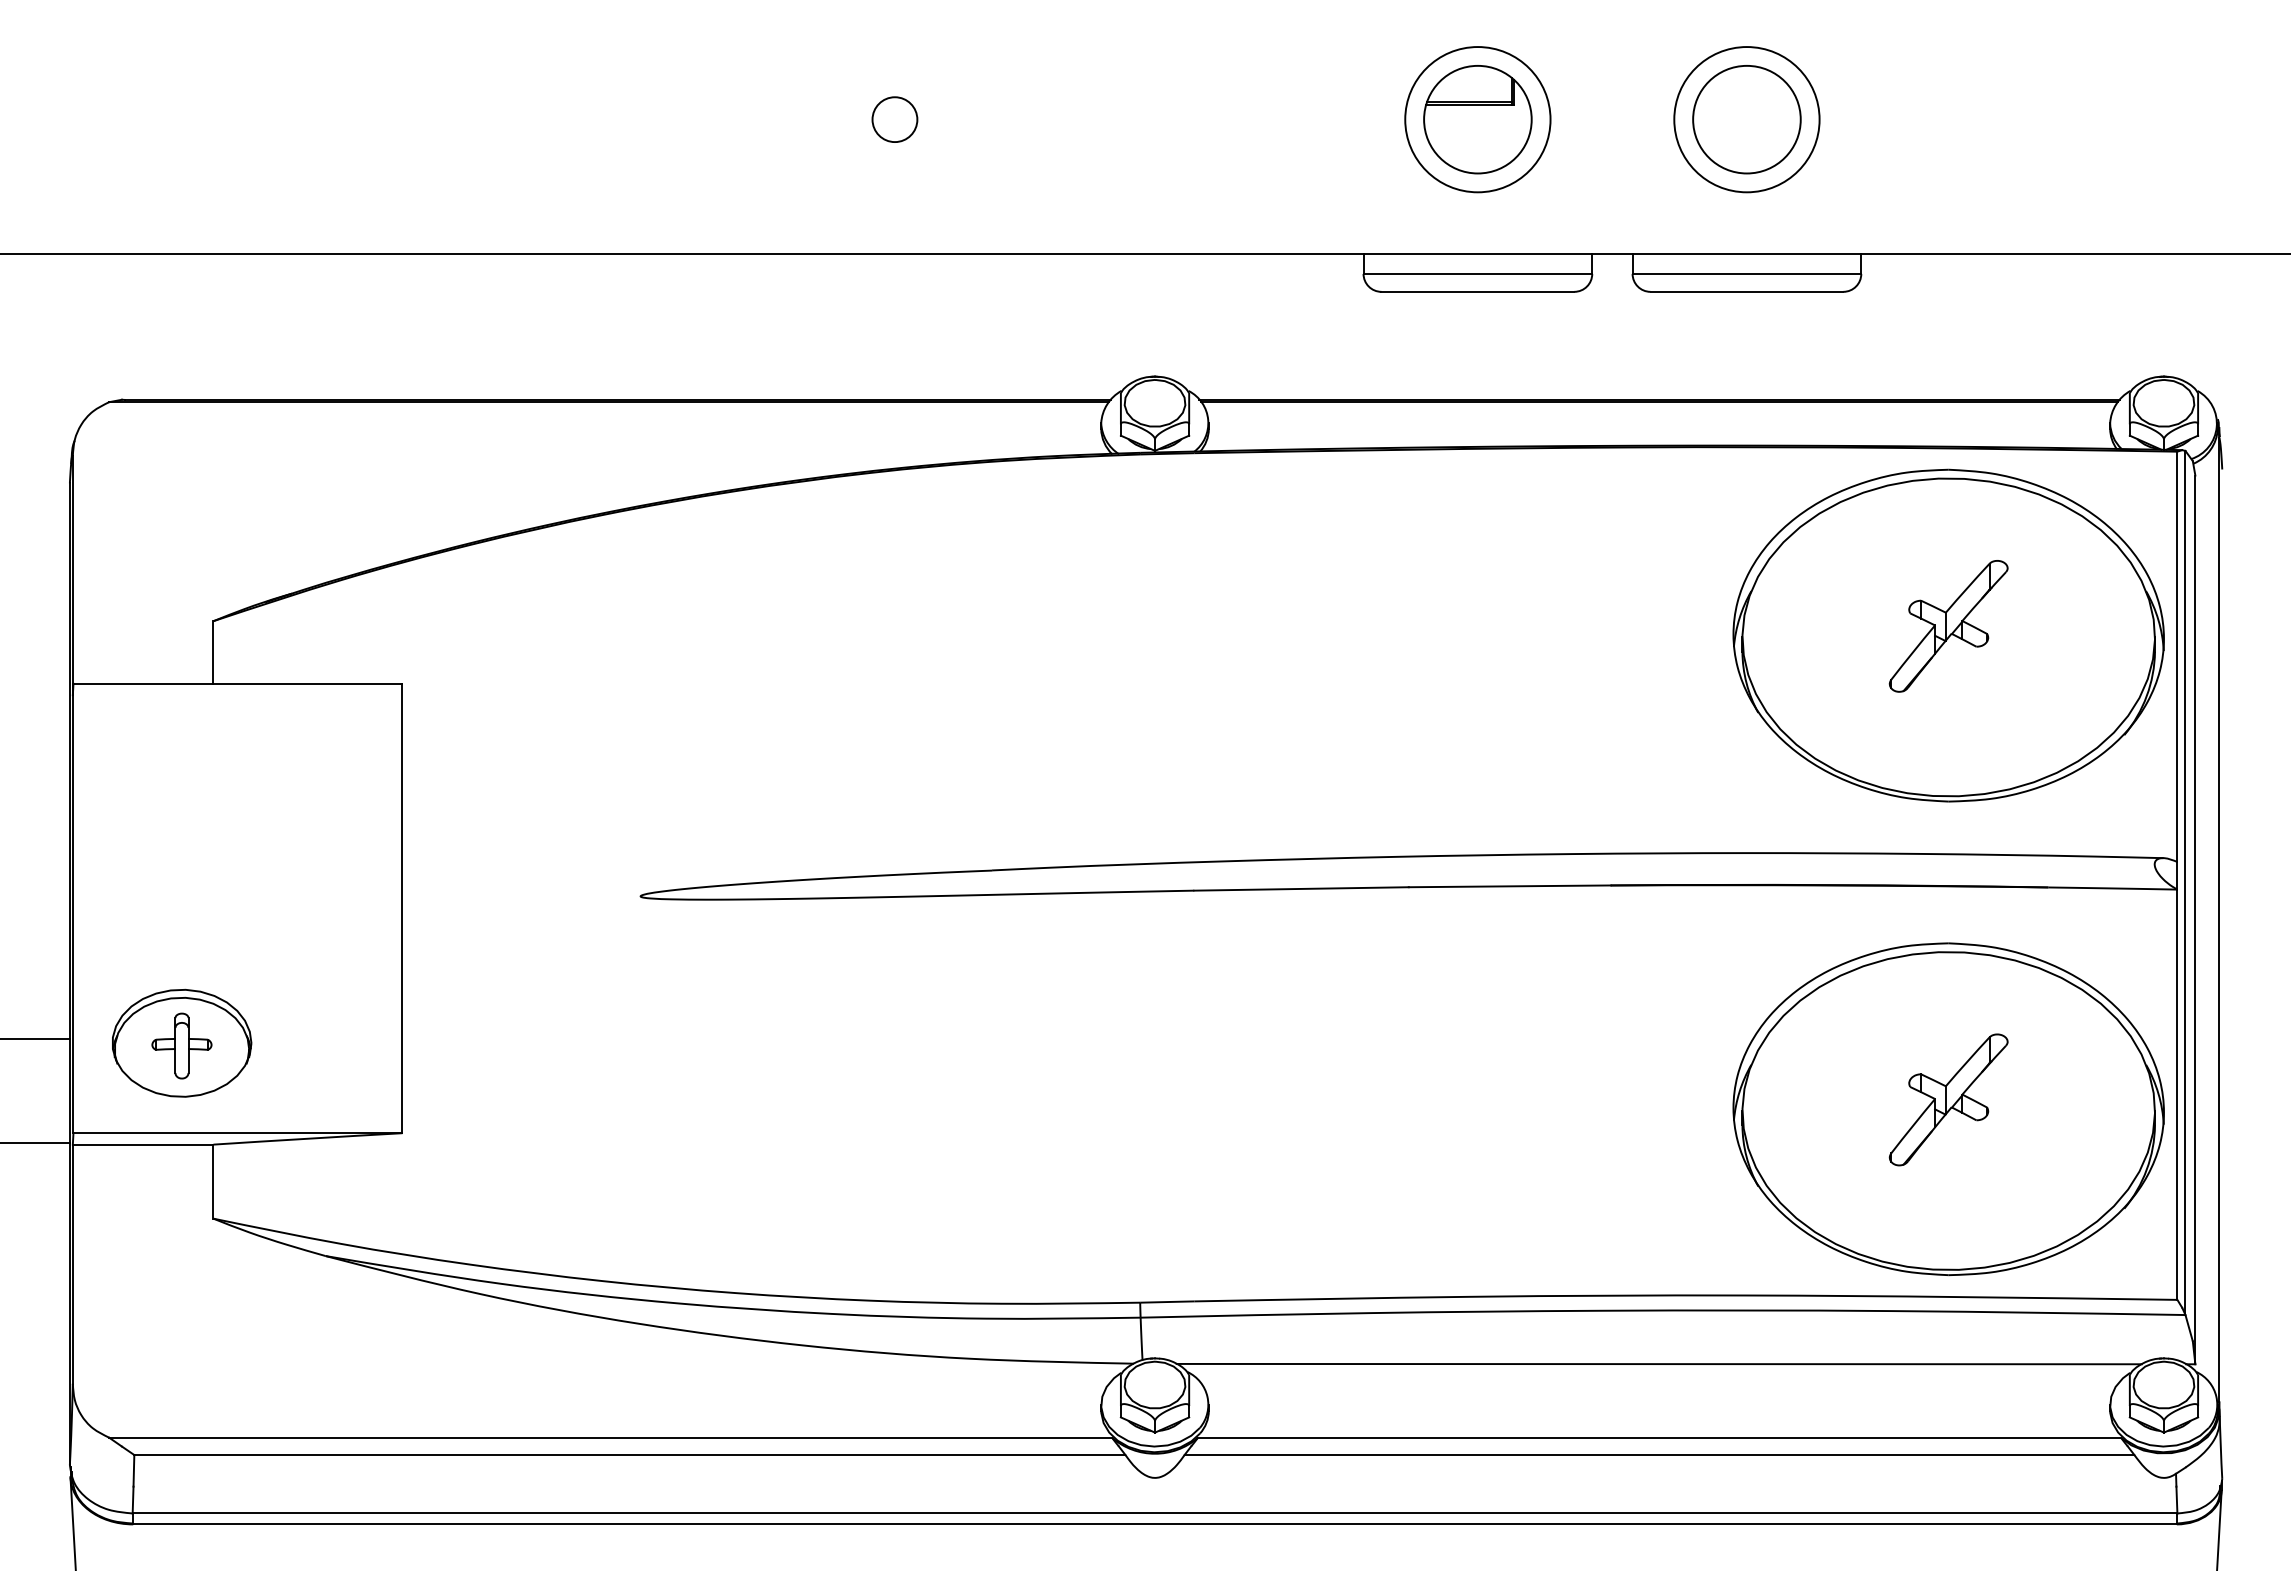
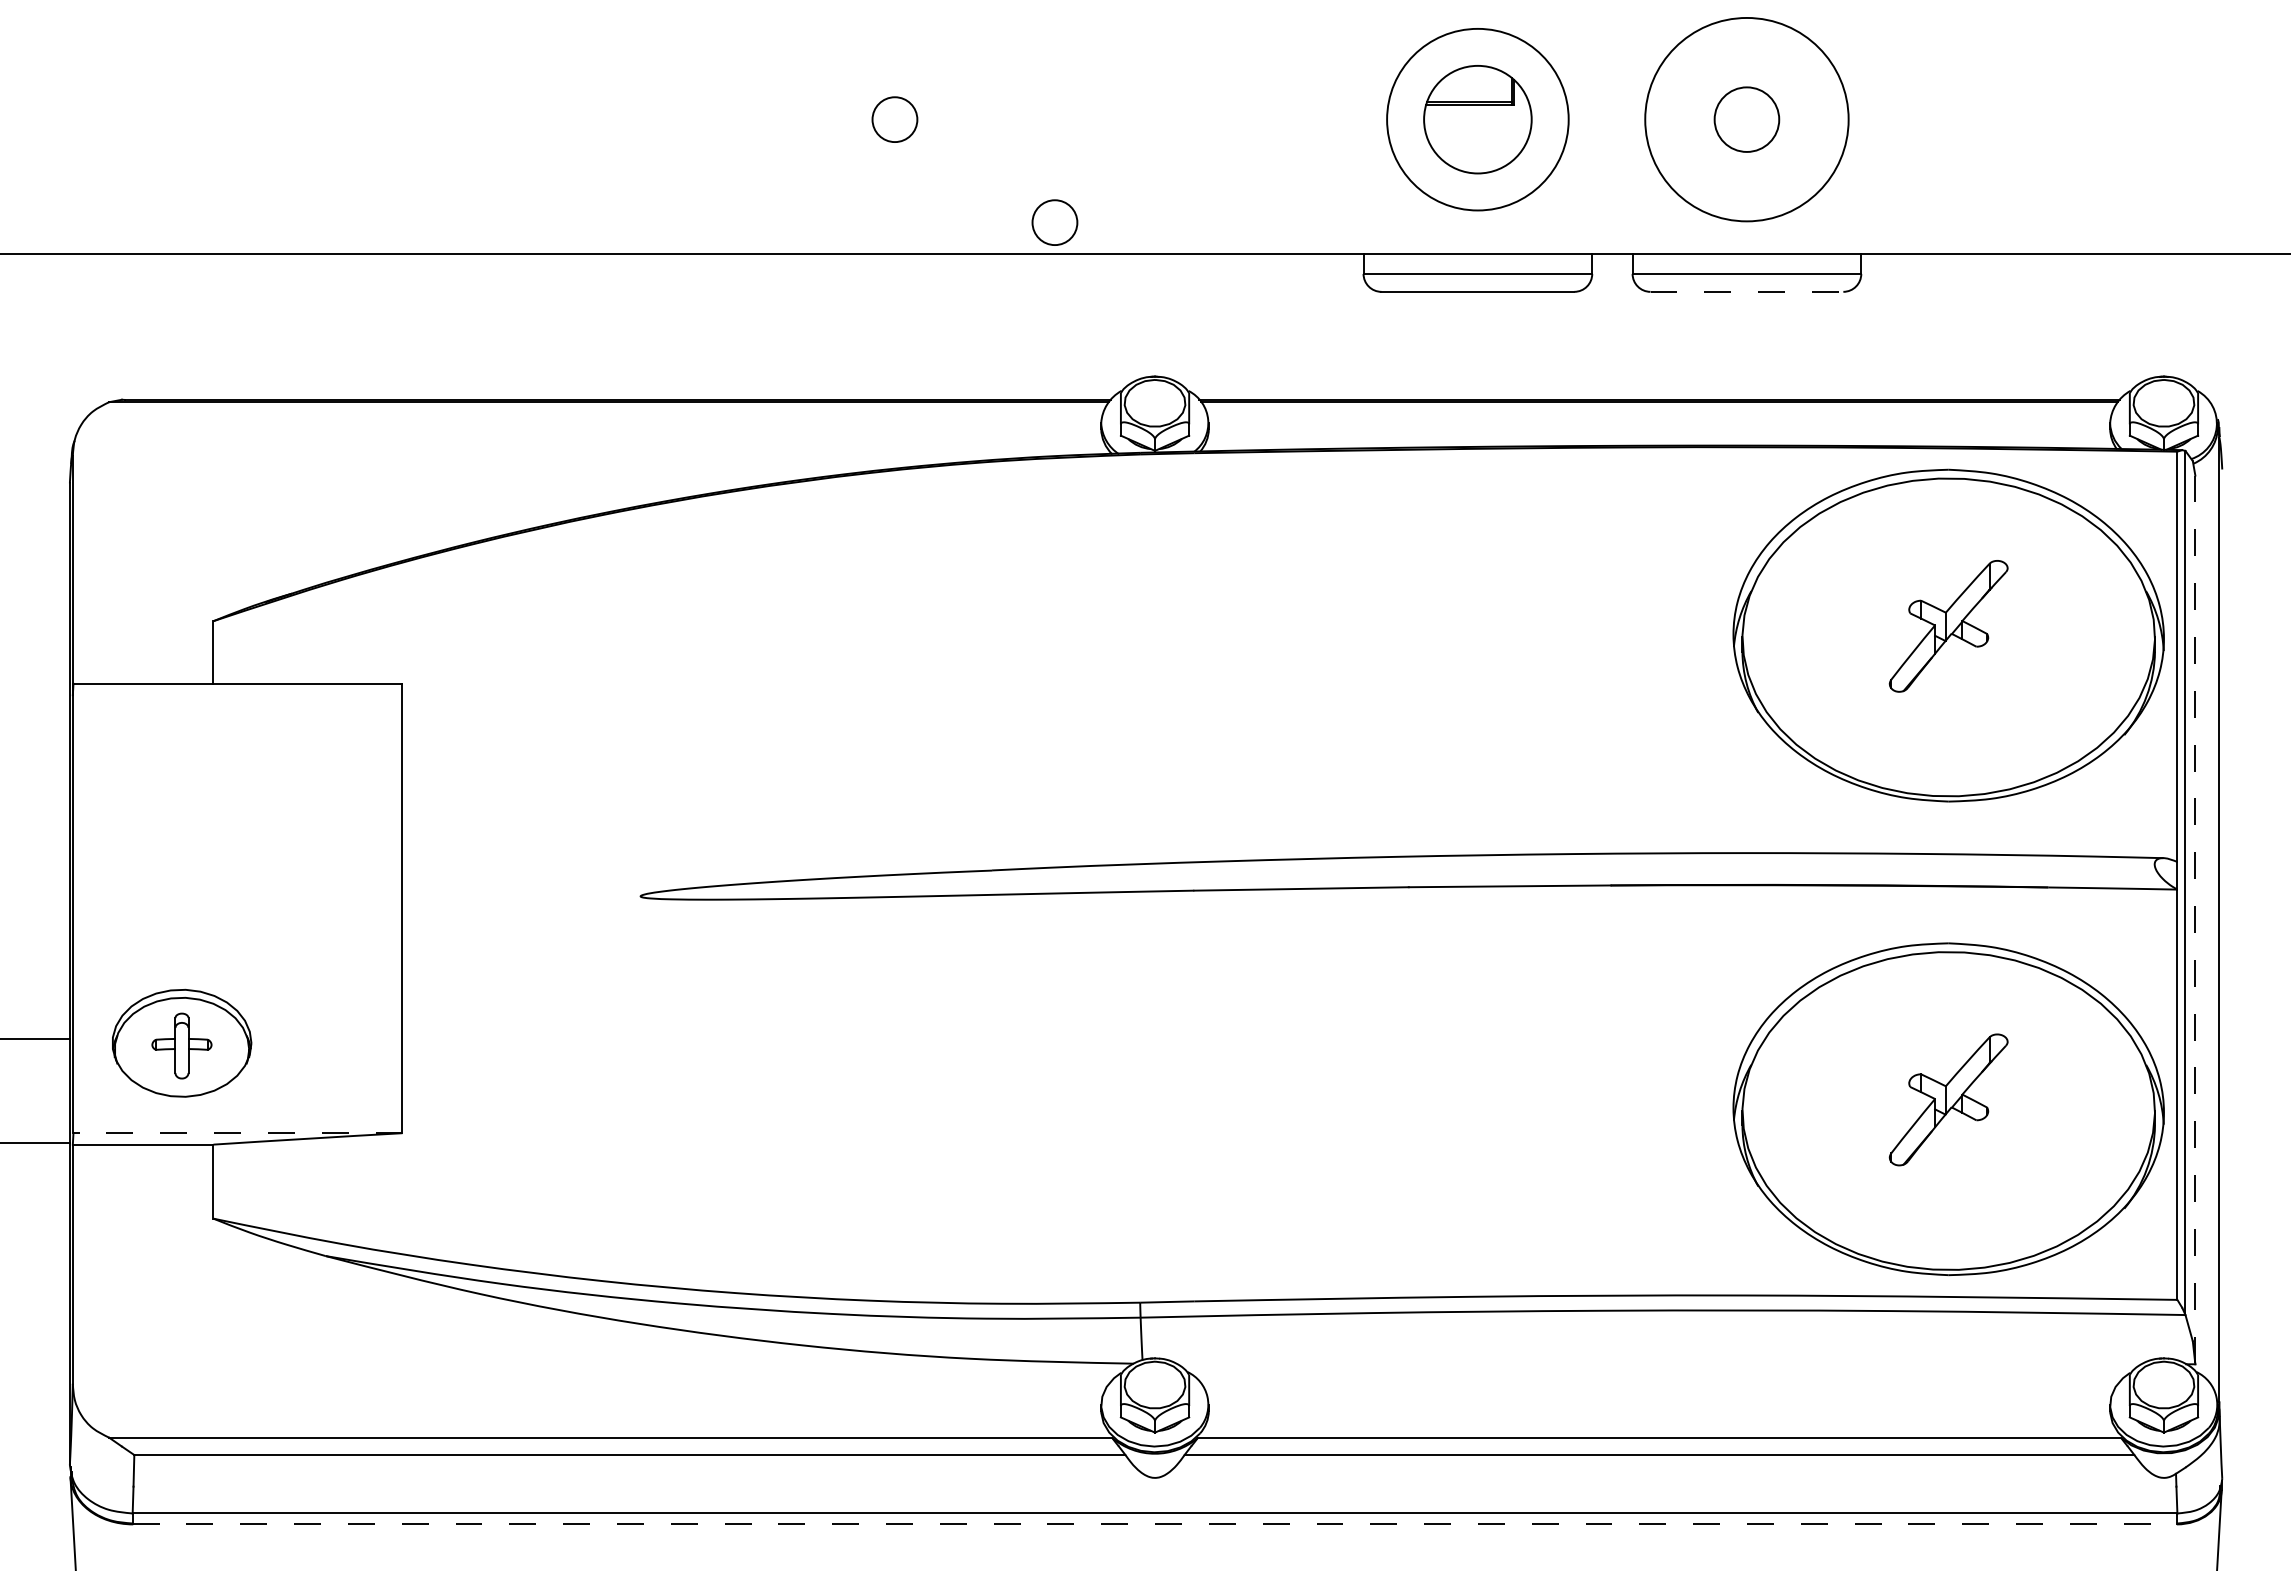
circle at (1477, 119) diameter: 145 px -> 182 px
circle at (1746, 119) diameter: 108 px -> 65 px
circle at (1746, 119) diameter: 145 px -> 203 px
circle at (1054, 222): none -> present
line at (1747, 291): solid -> dashed
line at (2195, 920): solid -> dashed
line at (237, 1133): solid -> dashed
line at (1658, 1363): present -> none
line at (1155, 1523): solid -> dashed
